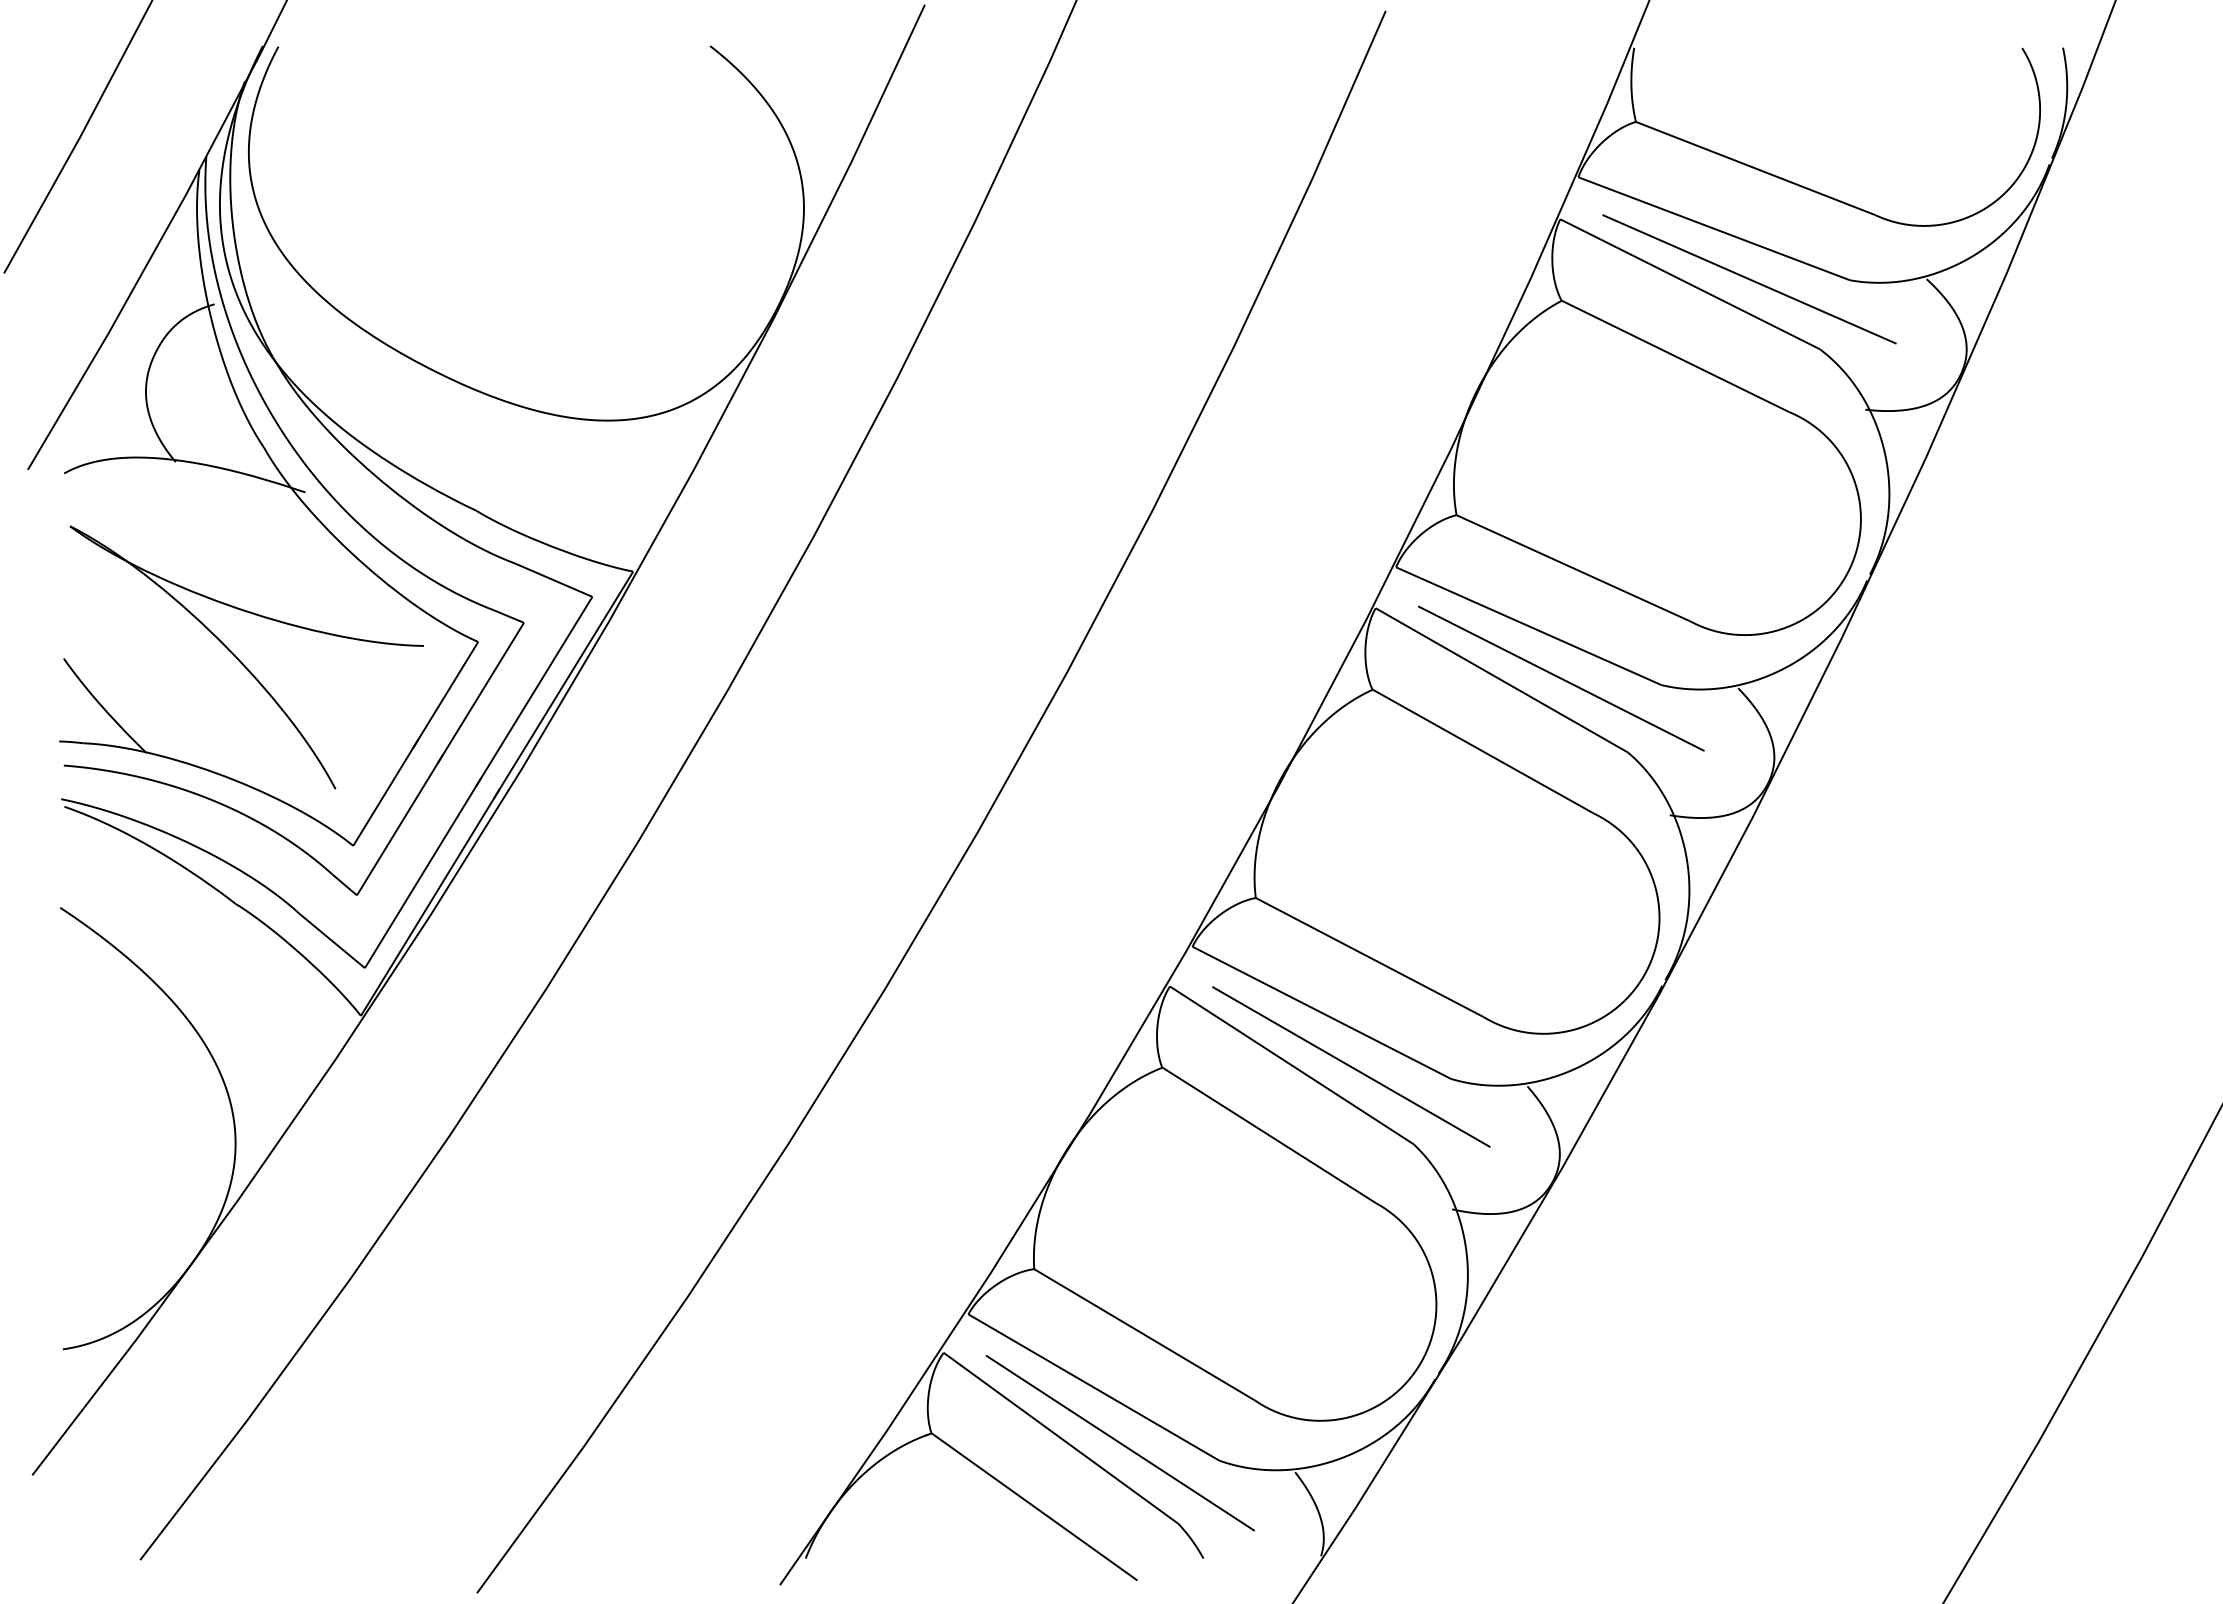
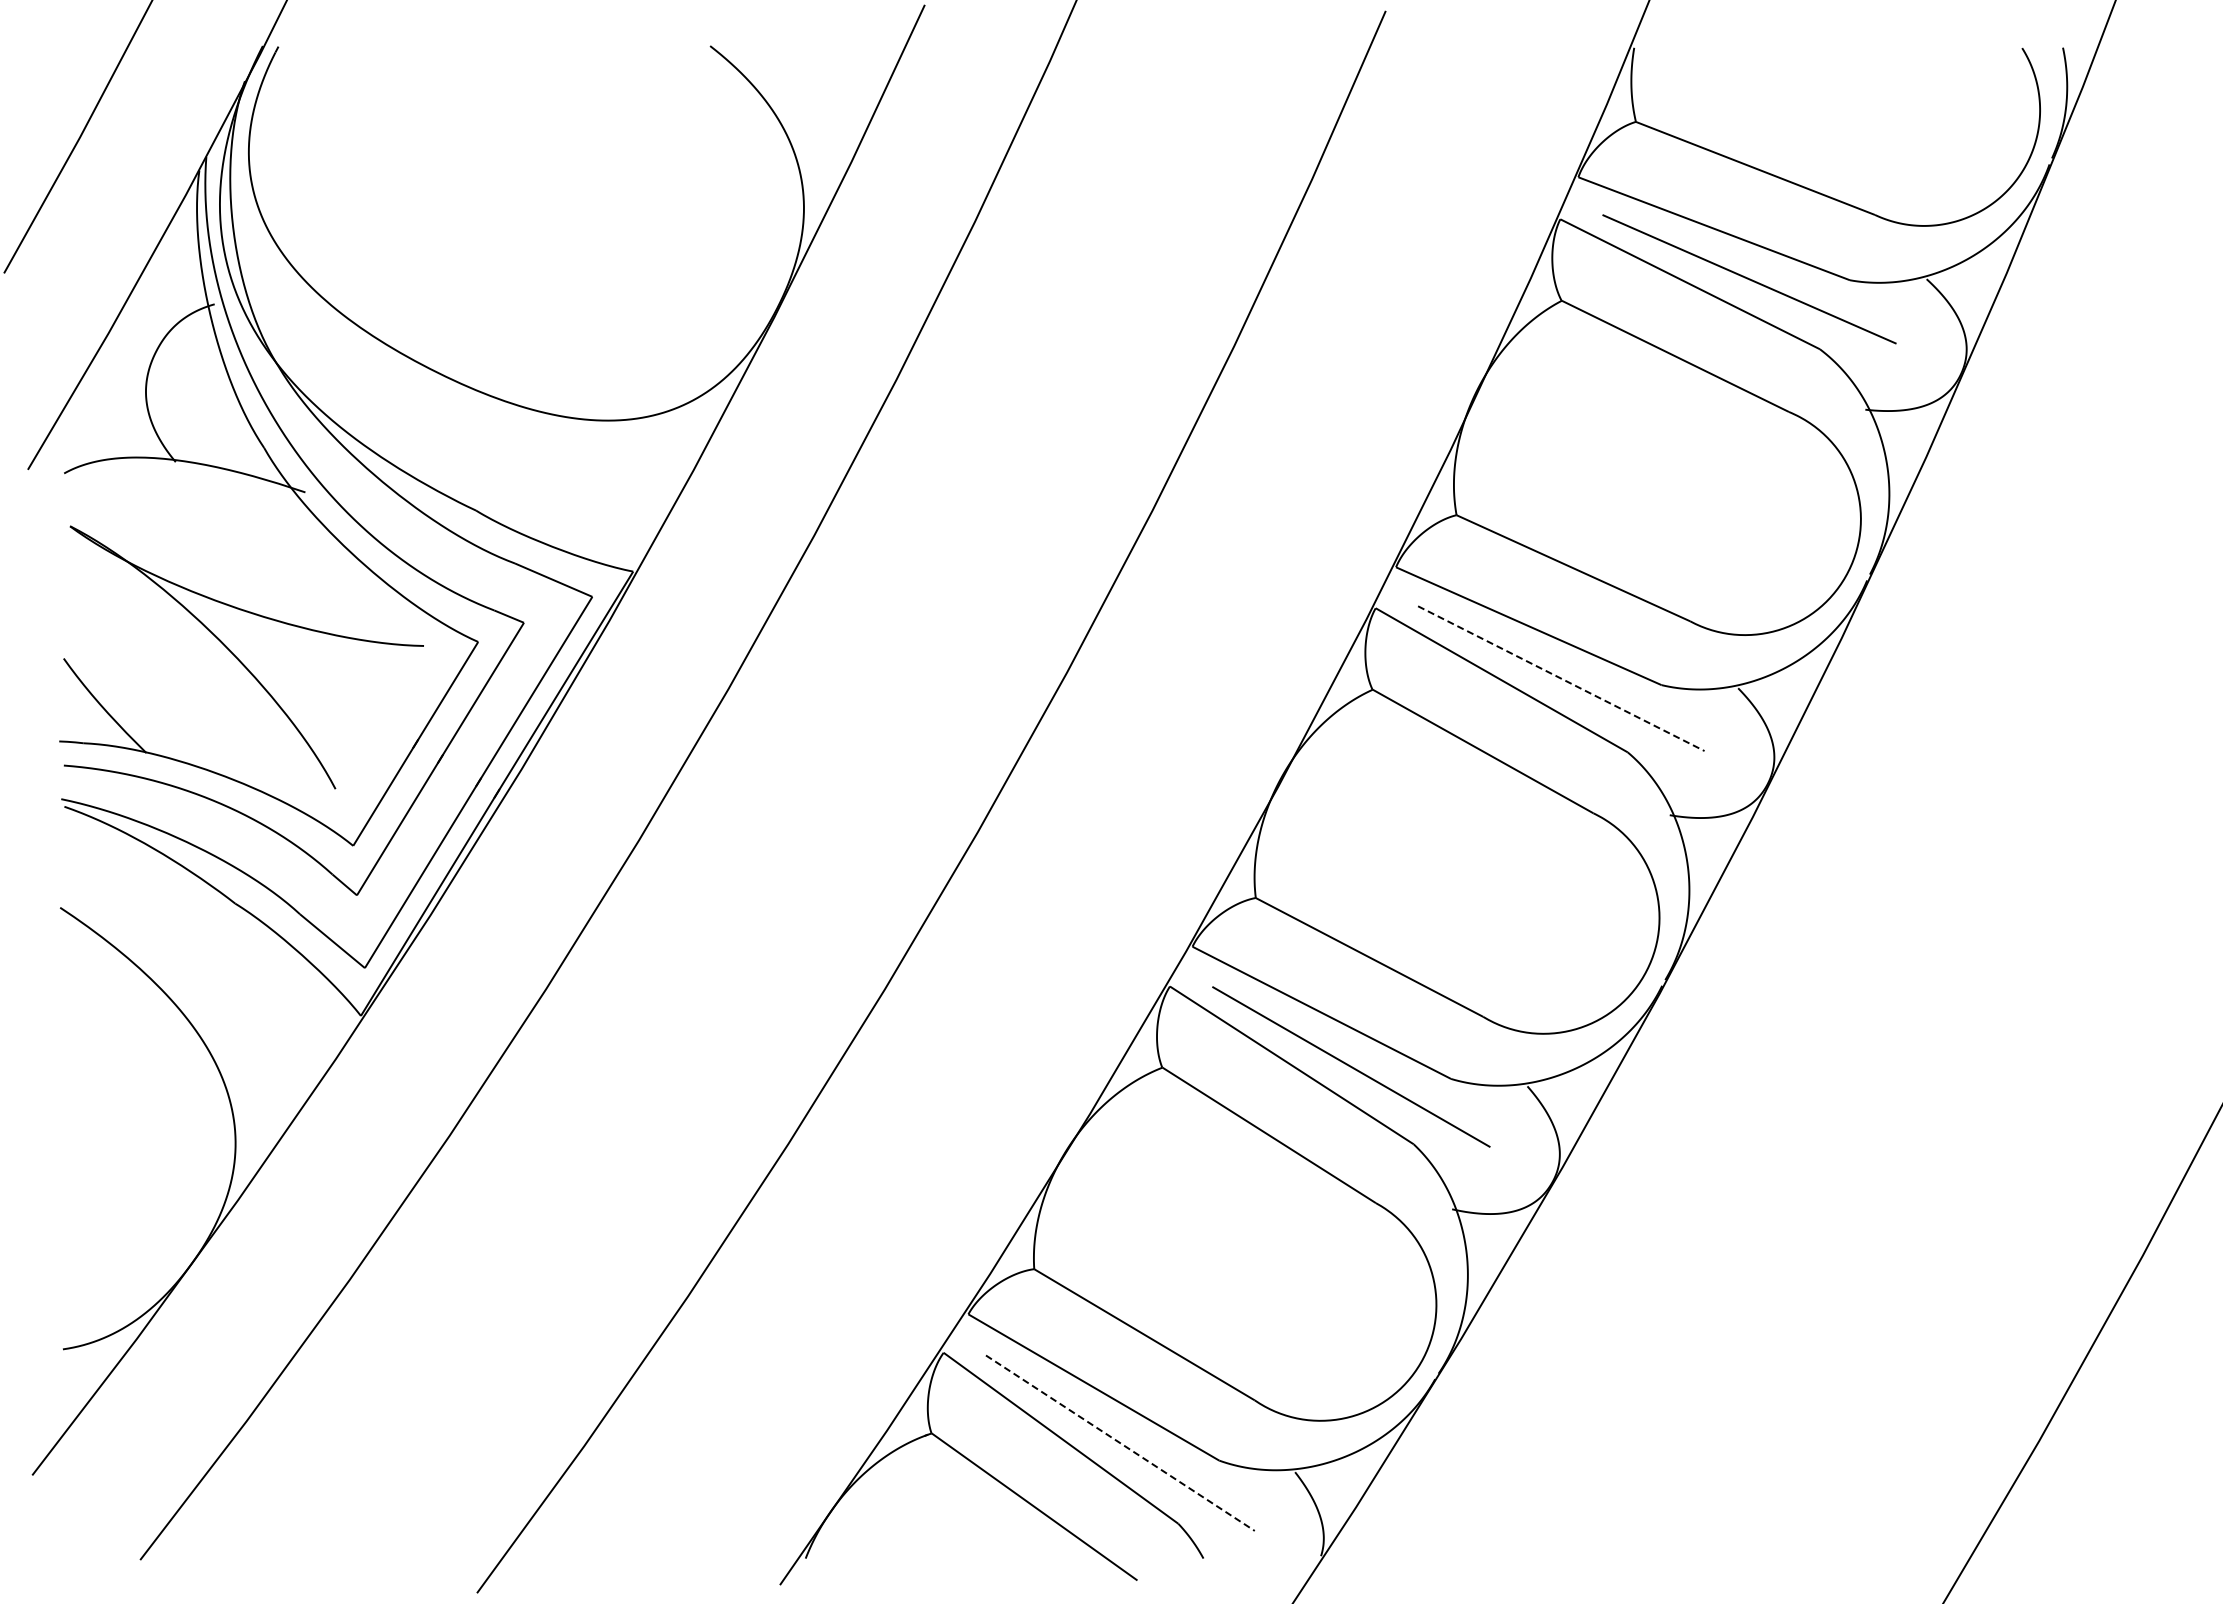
line at (1561, 678): solid -> dashed
line at (1120, 1443): solid -> dashed
